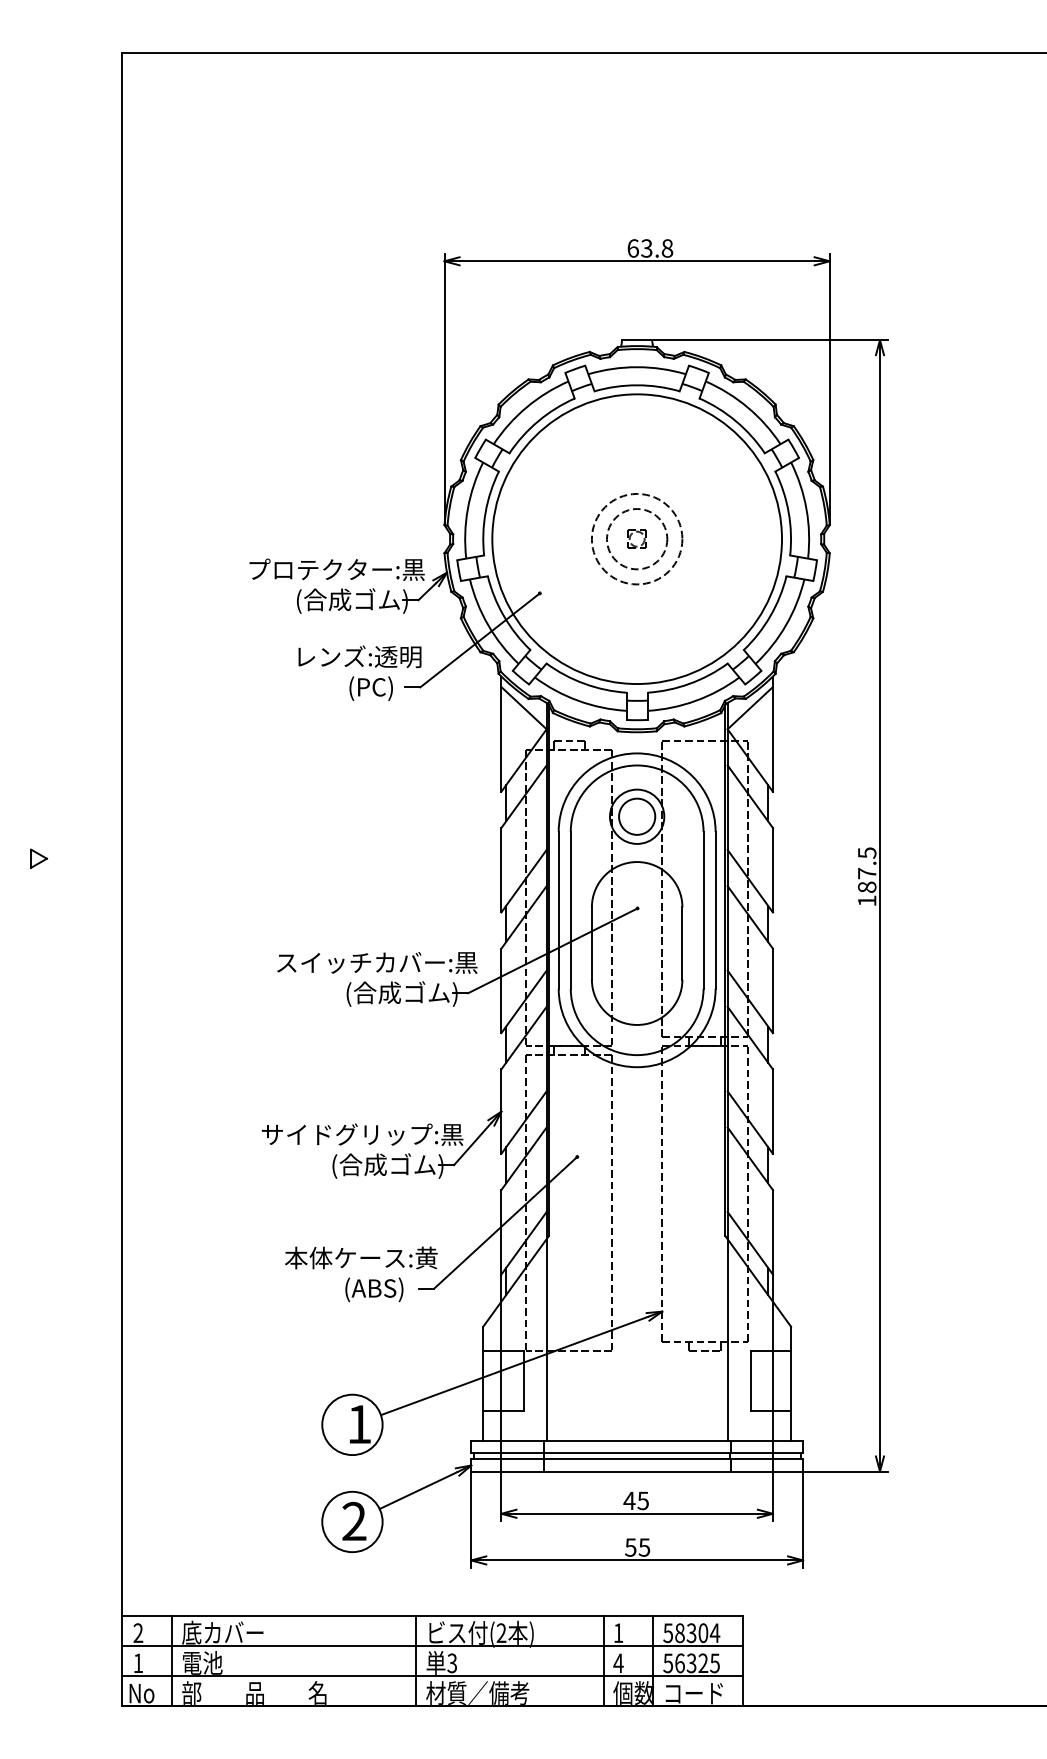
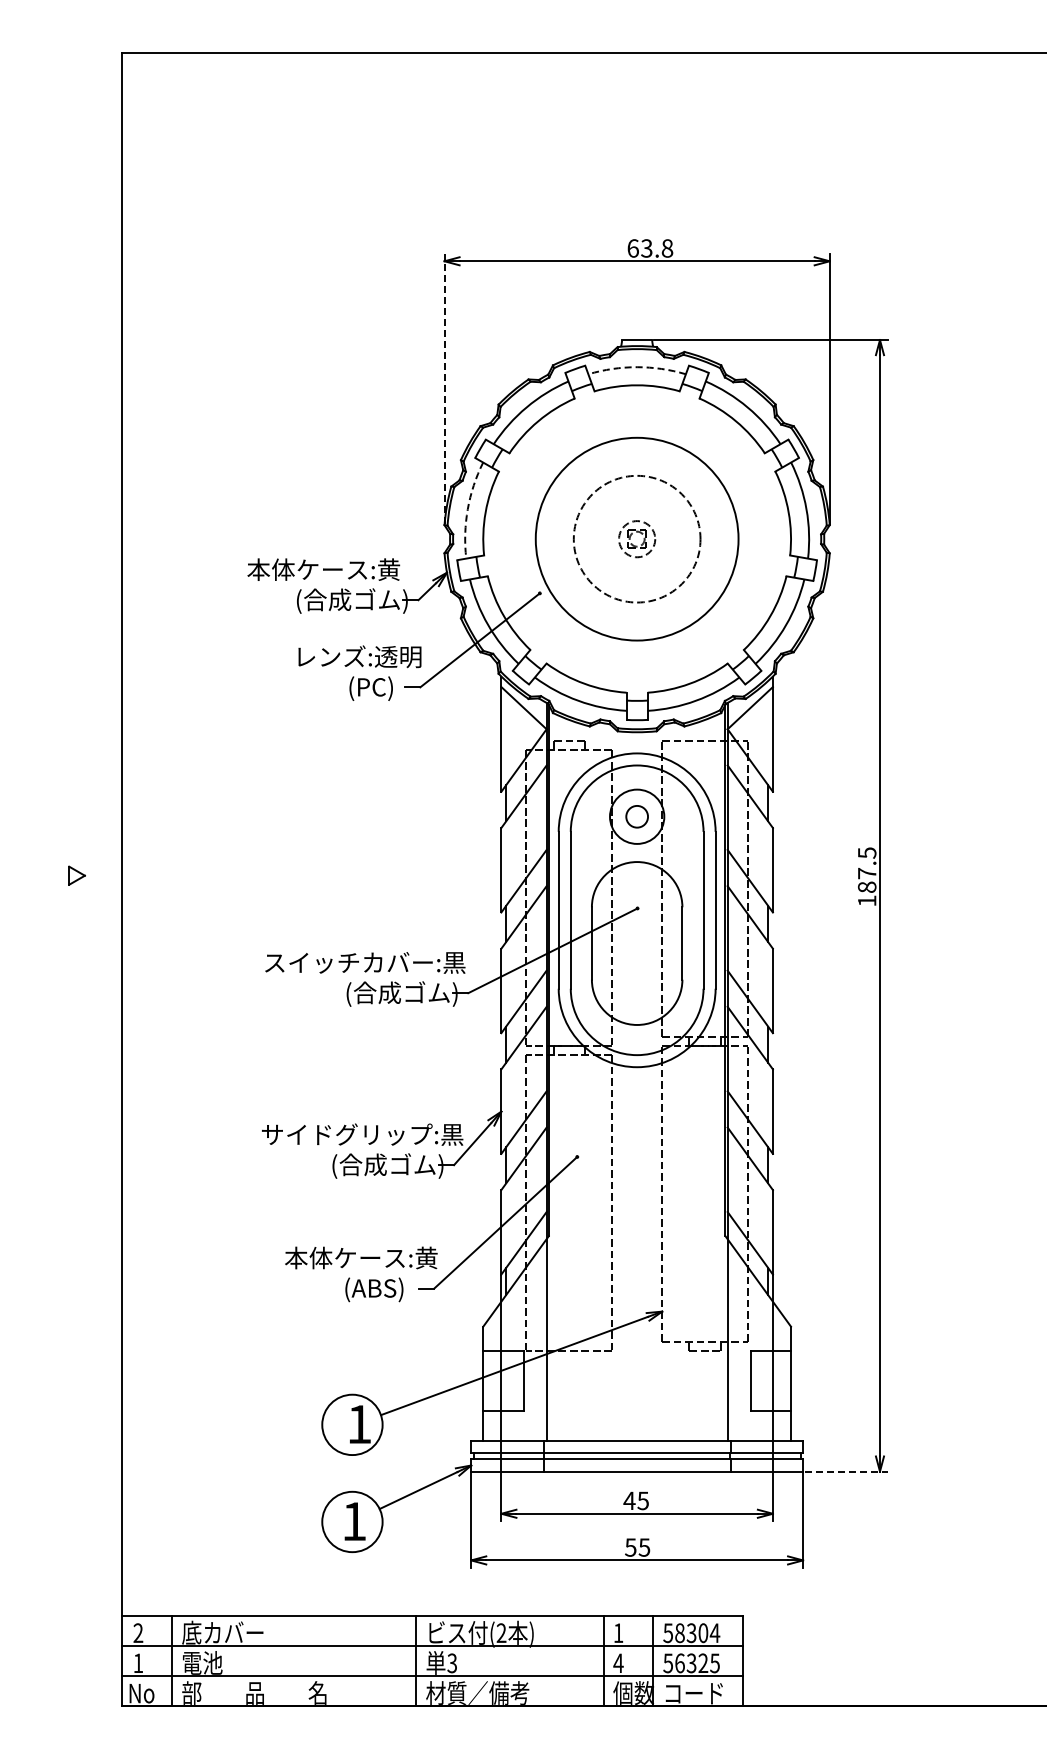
arc at (637, 367): solid -> dashed
line at (444, 388): solid -> dashed
arc at (467, 509): solid -> dashed
circle at (636, 538) diameter: 91 px -> 127 px
circle at (636, 539) diameter: 290 px -> 203 px
circle at (636, 539) diameter: 60 px -> 36 px
text at (335, 569): プロテクター:黒 -> 本体ケース:黄
circle at (637, 816) diameter: 36 px -> 22 px
part at (38, 858) position: (38, 858) -> (76, 875)
text at (377, 962) position: (377, 962) -> (365, 962)
line at (846, 1471): solid -> dashed
text at (354, 1520): 2 -> 1
